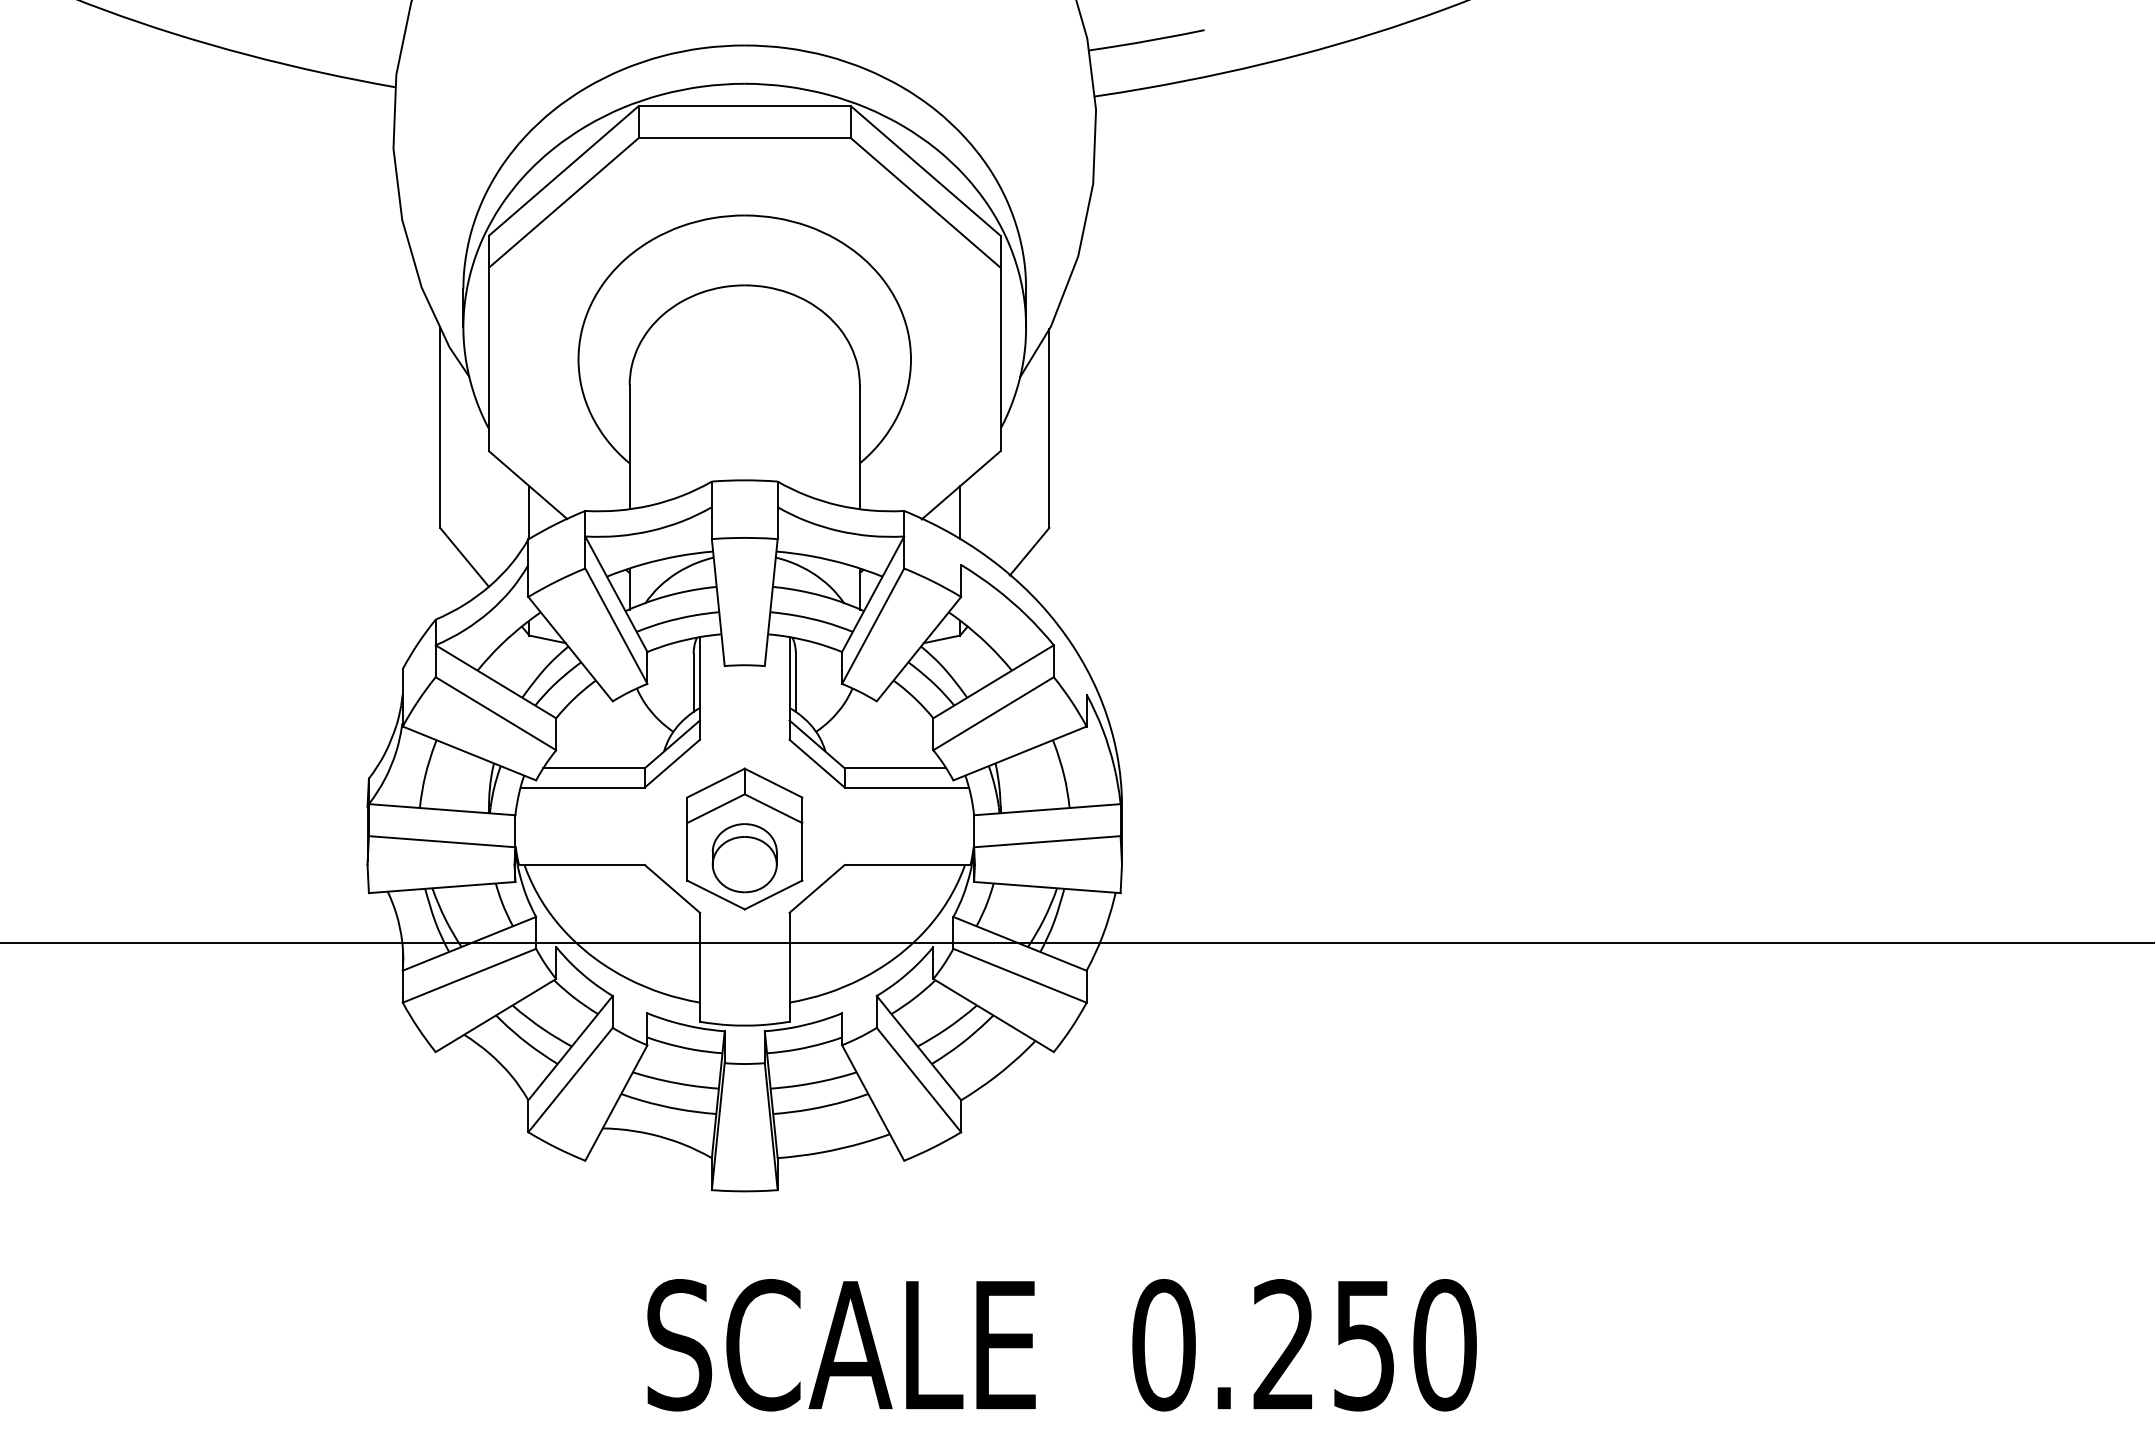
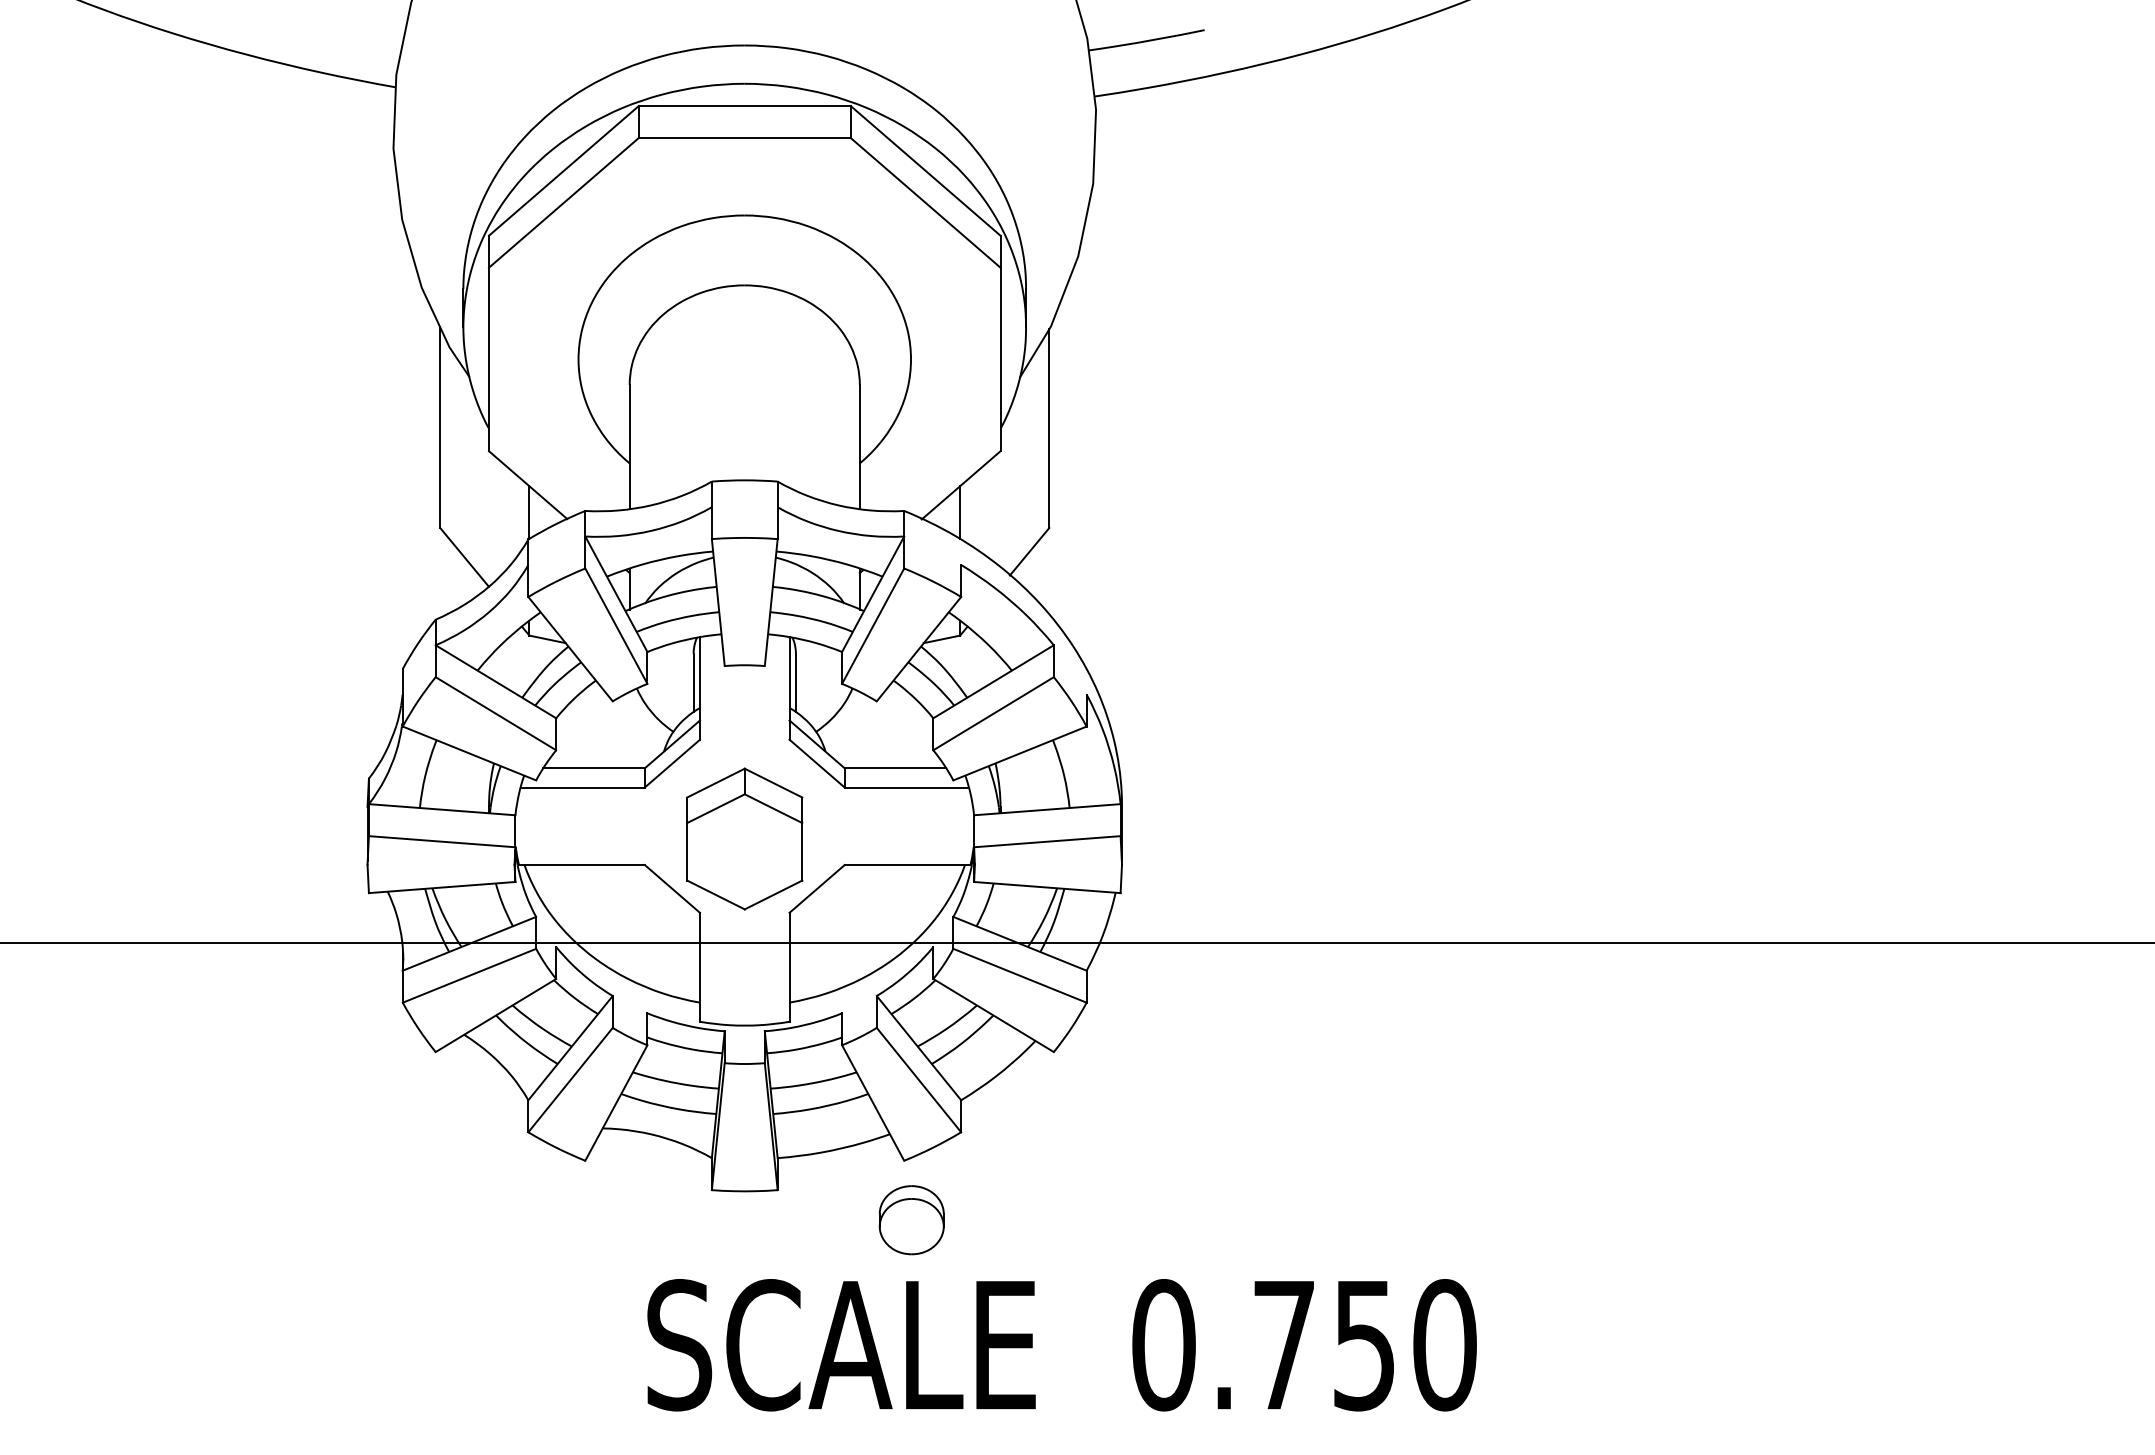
part at (744, 858) position: (744, 858) -> (911, 1220)
text at (1283, 1344): 0.250 -> 0.750
